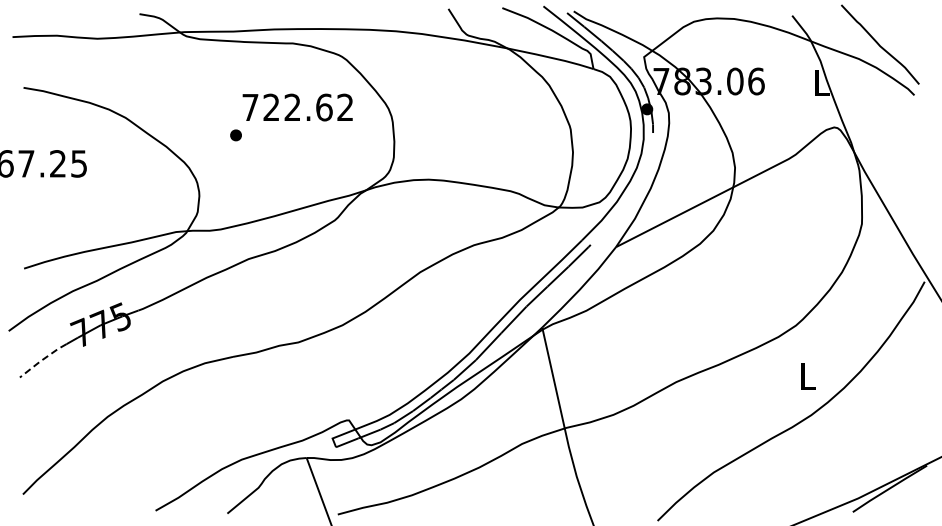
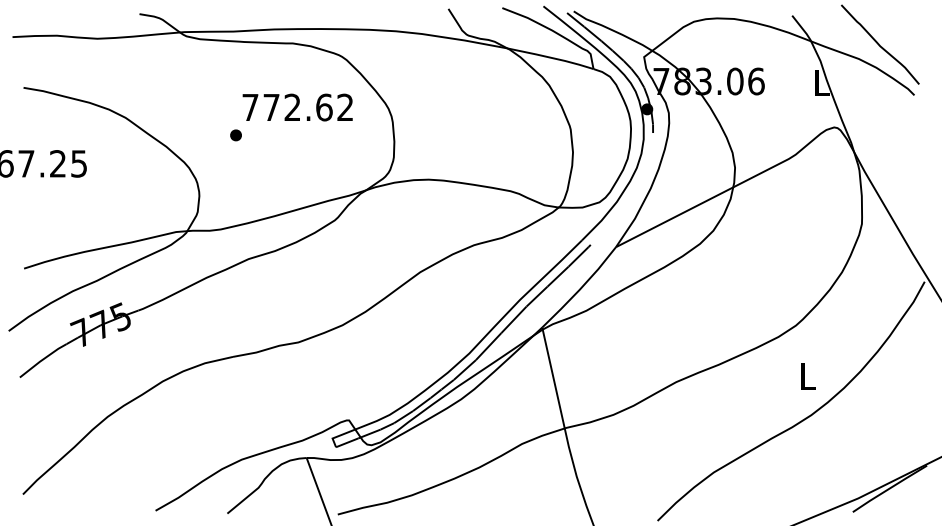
text at (271, 106): 722.62 -> 772.62
line at (42, 360): dashed -> solid
